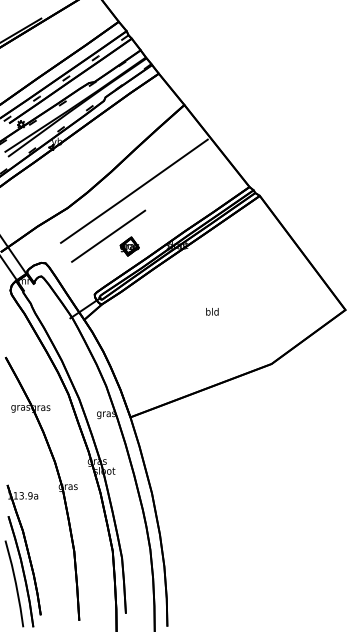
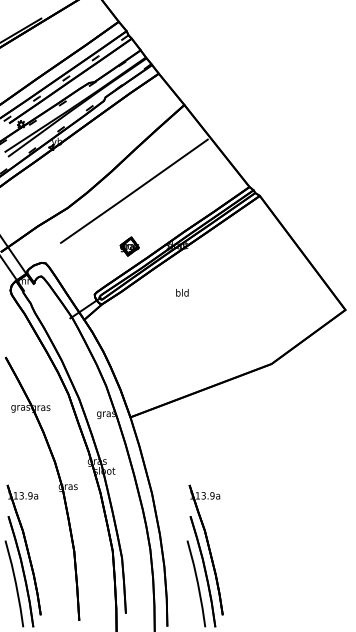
line at (108, 235): present -> none
text at (212, 311) position: (212, 311) -> (182, 292)
part at (204, 555): none -> present
